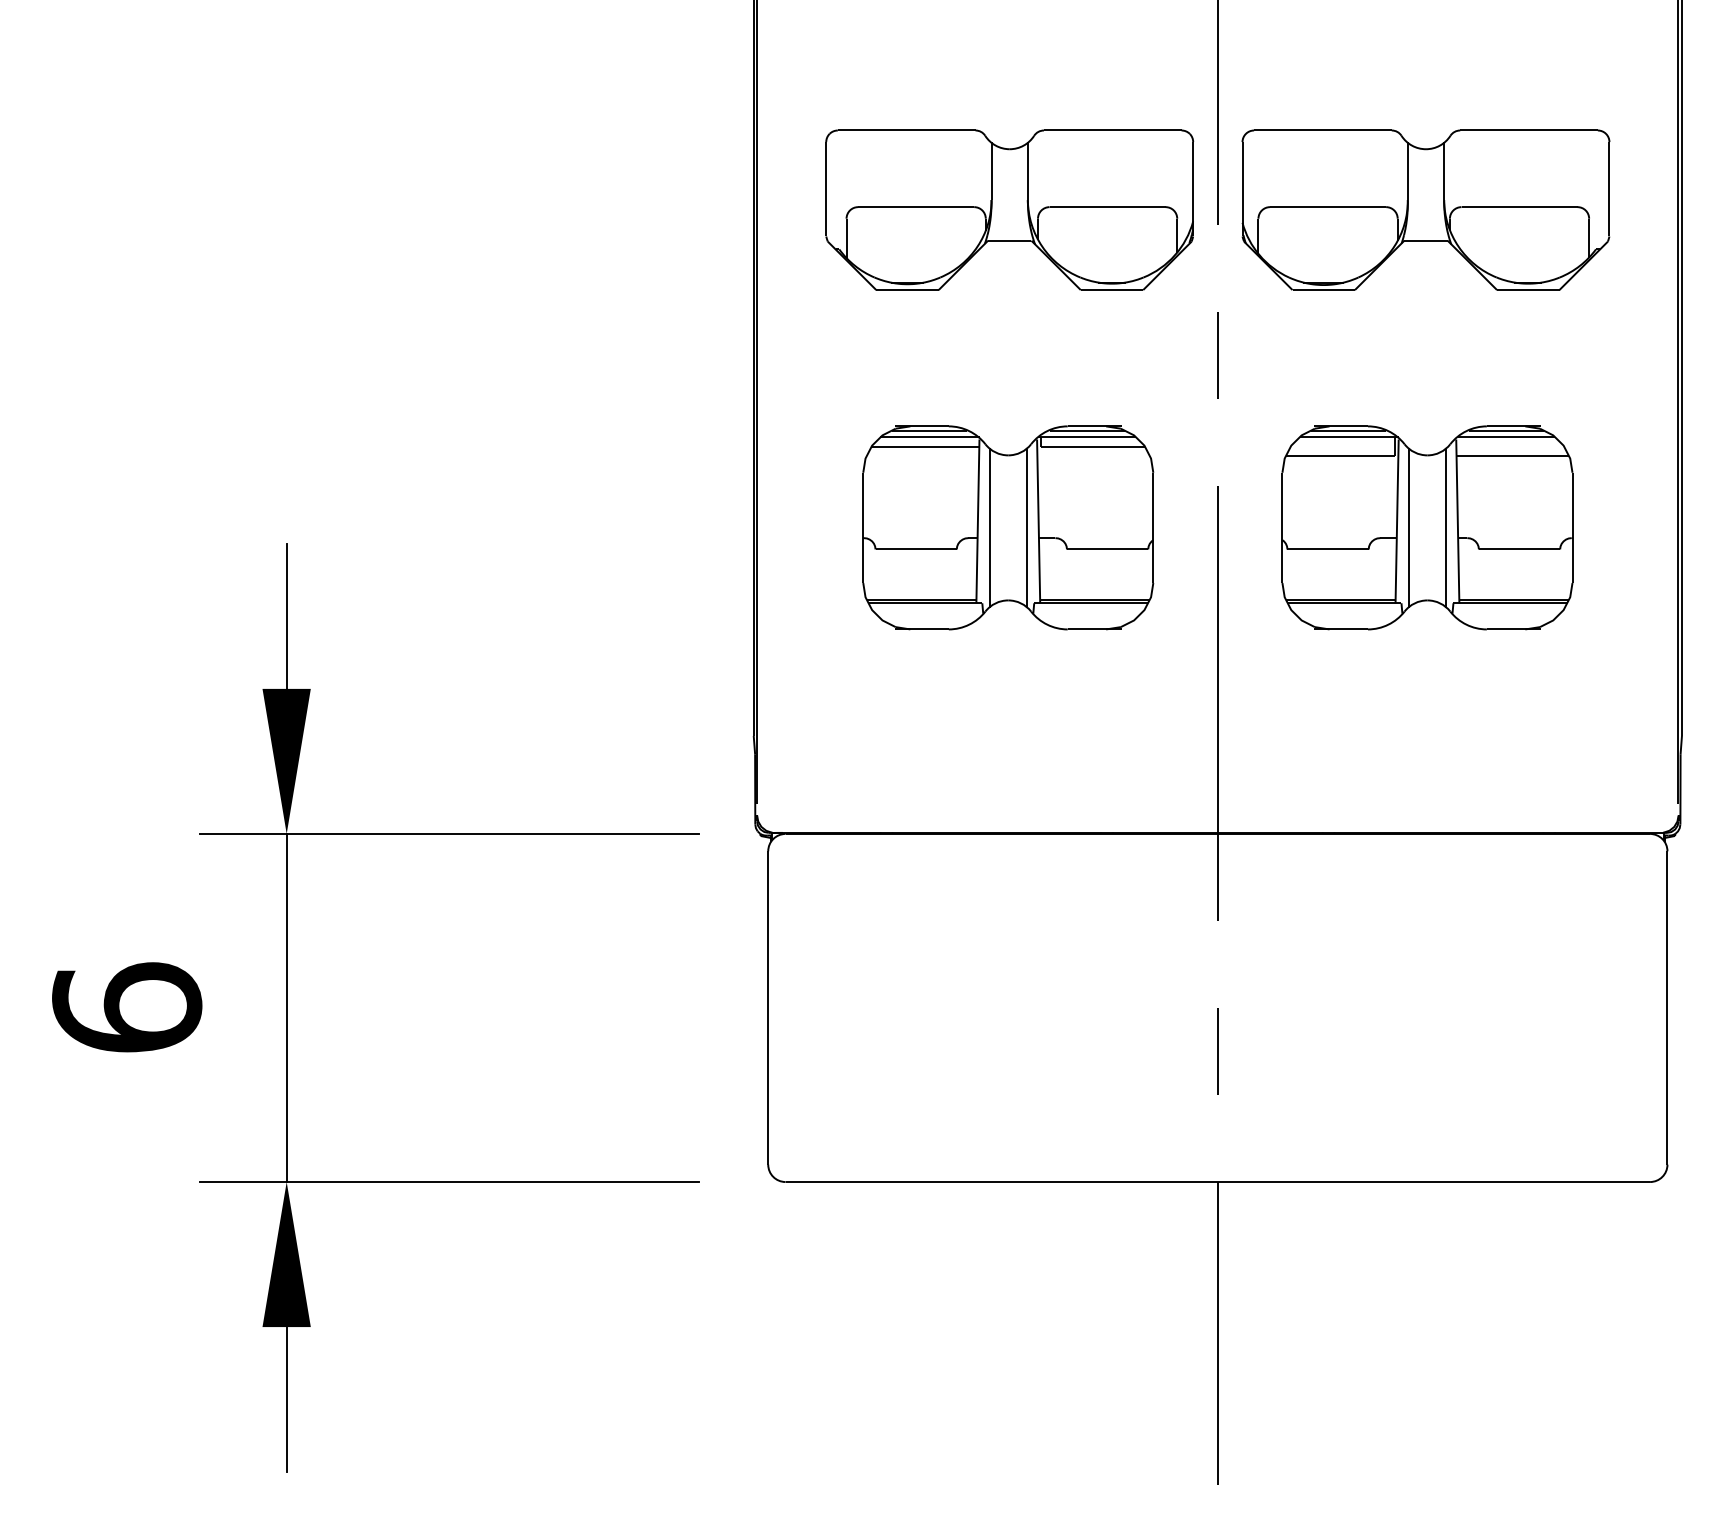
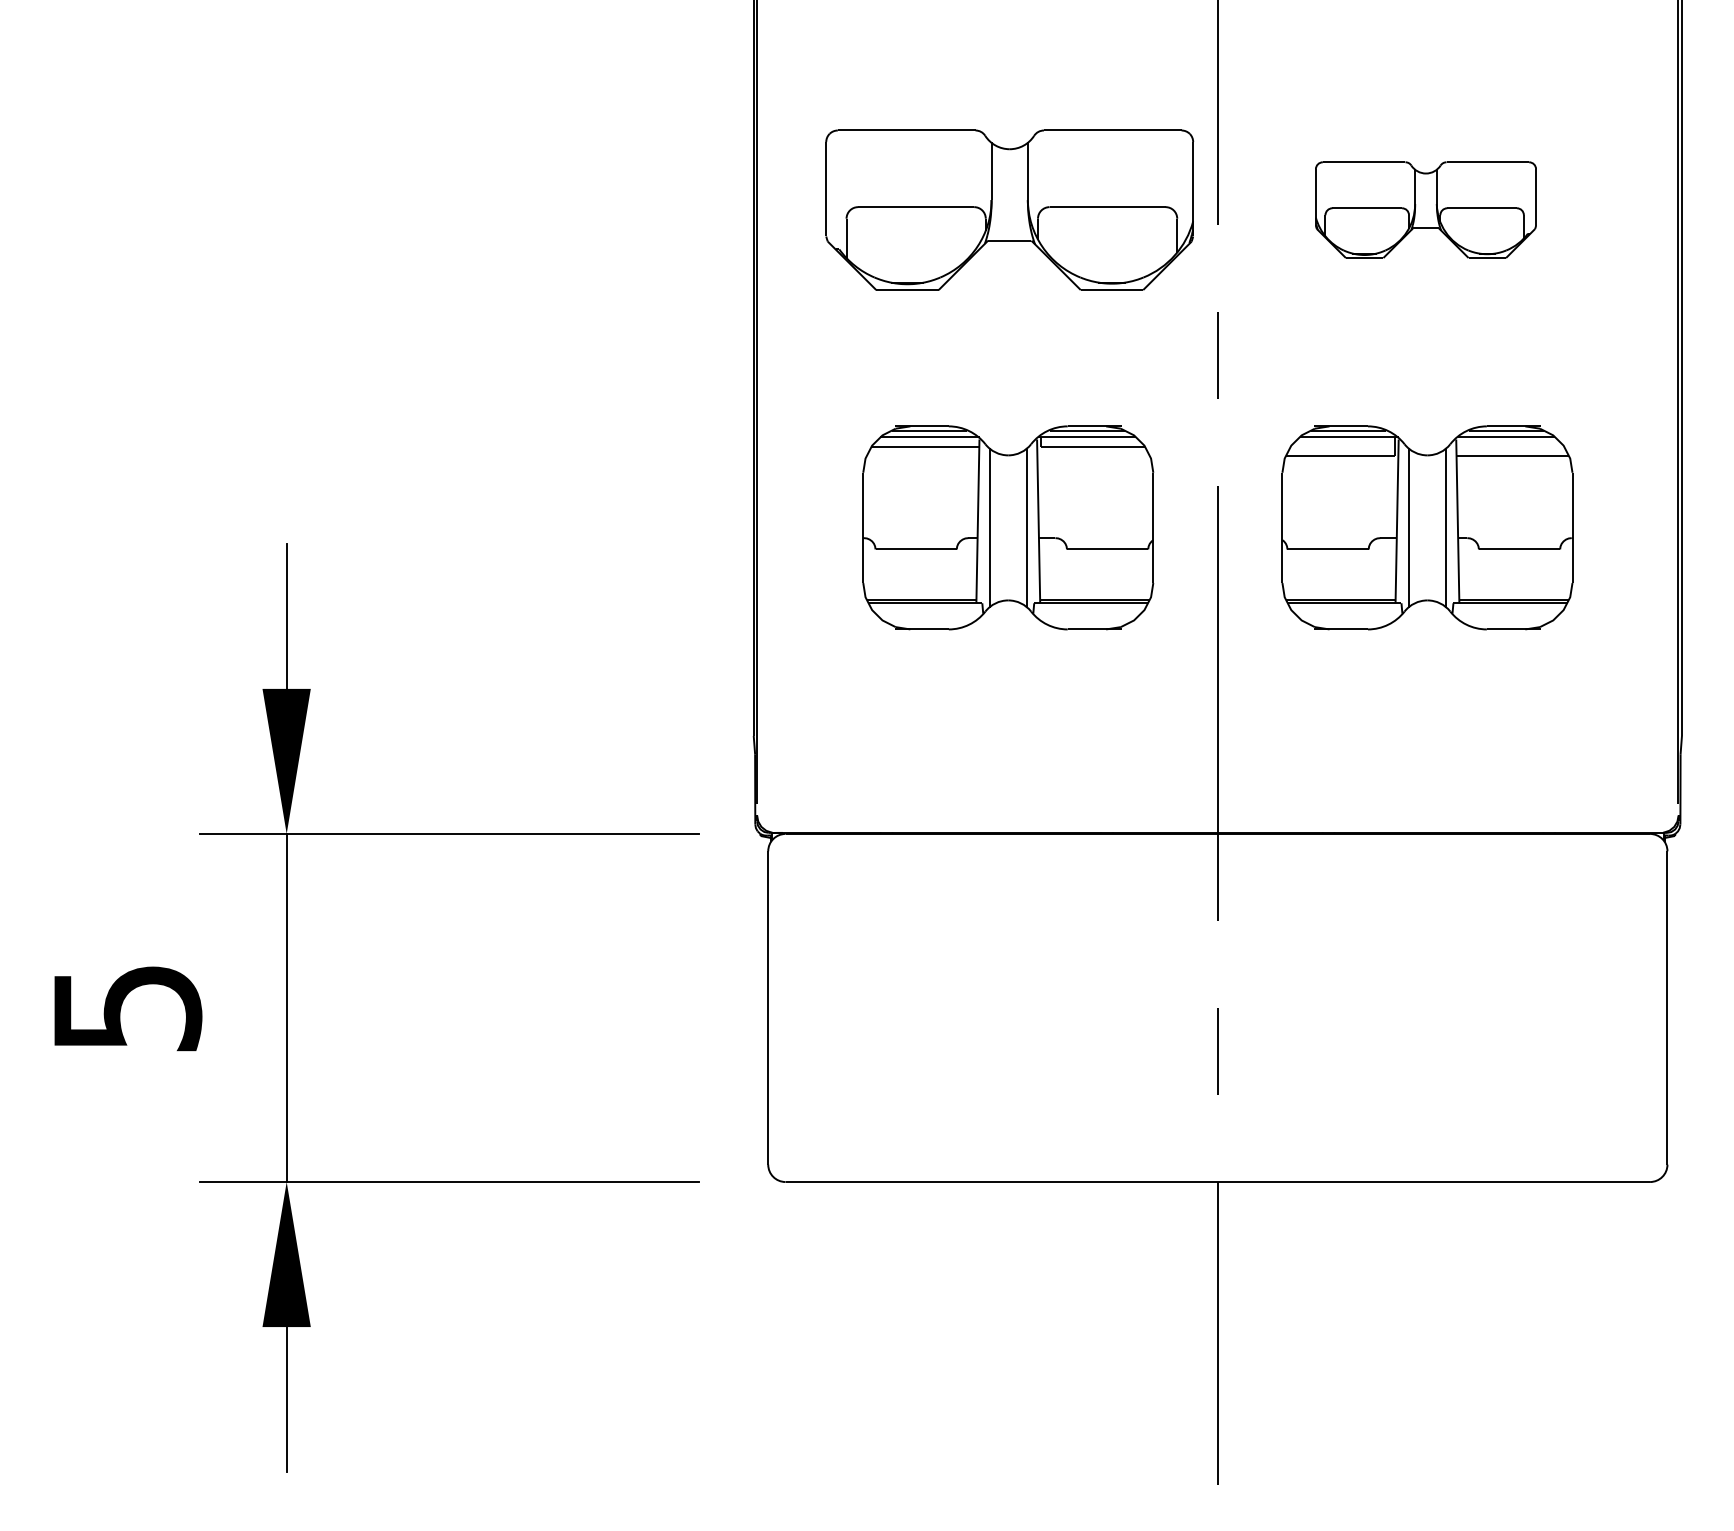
part at (1425, 209) size: 370x162 px -> 222x98 px
text at (127, 1007): 6 -> 5
